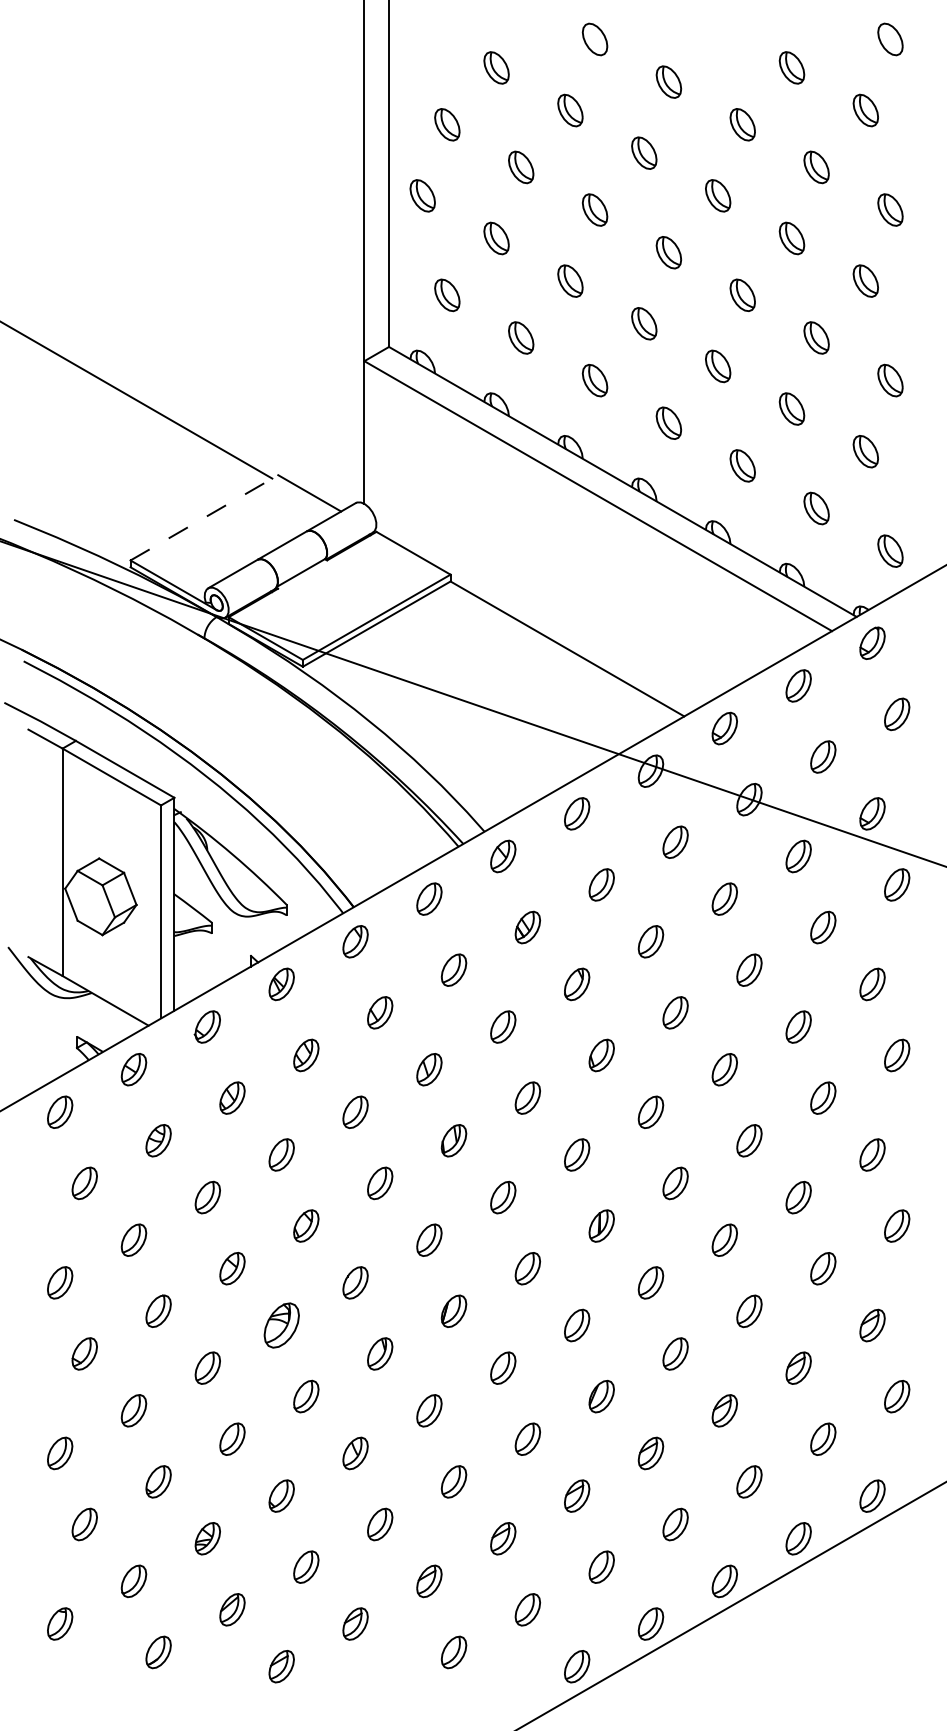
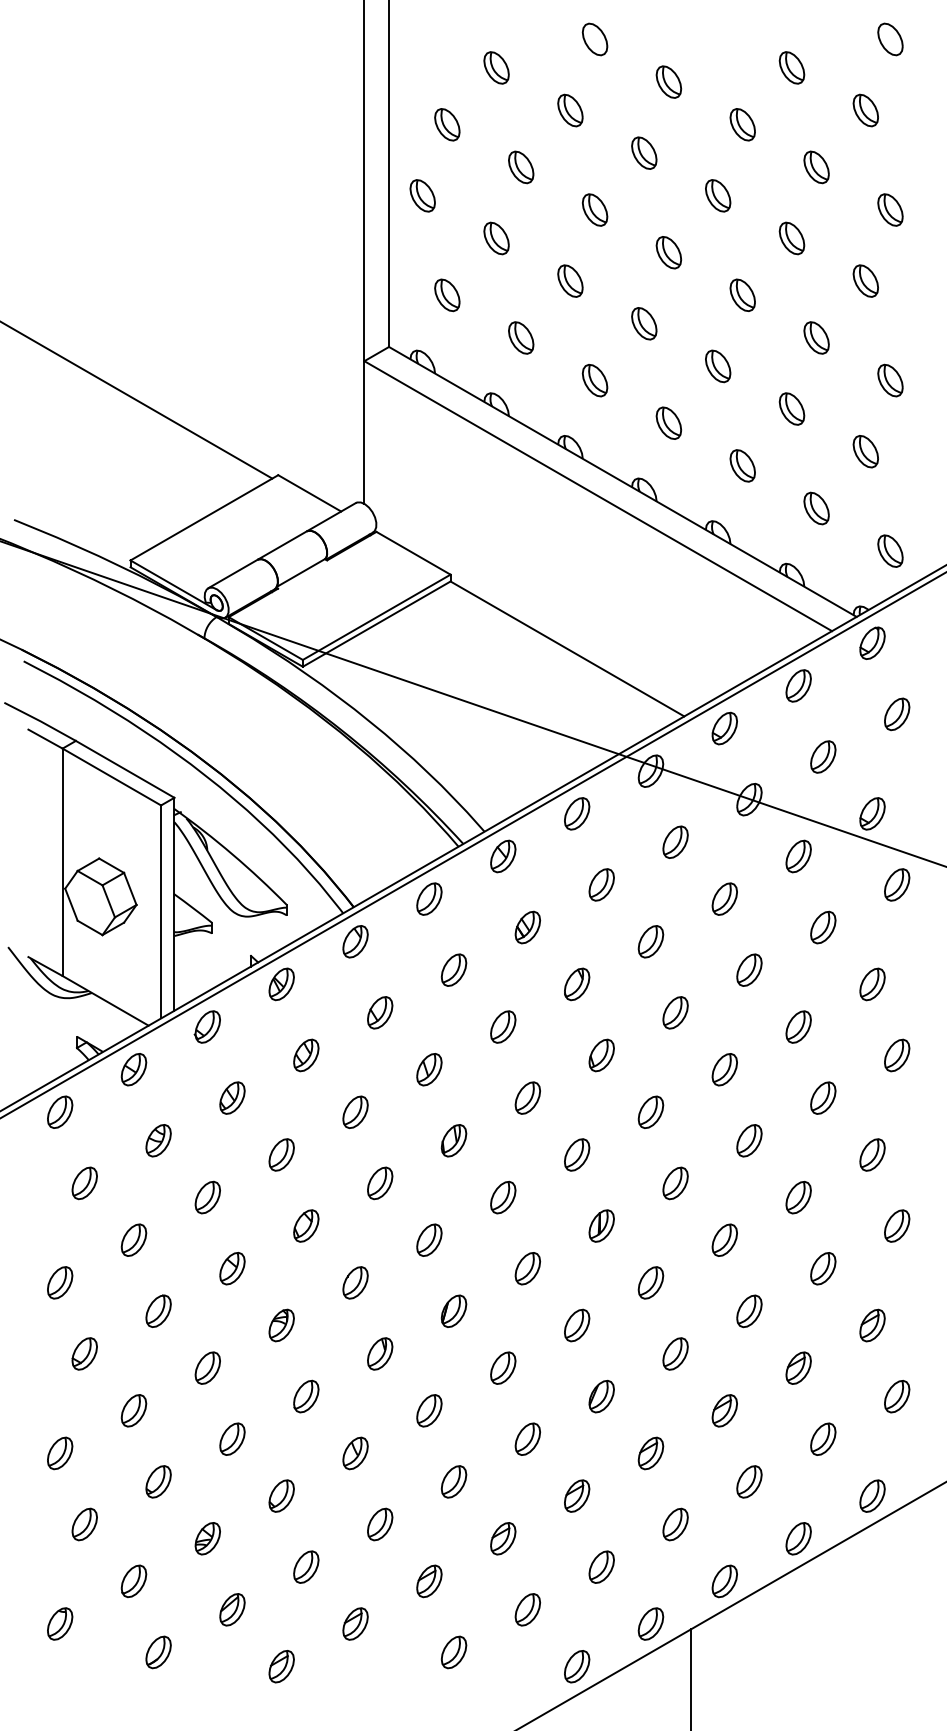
line at (204, 517): dashed -> solid
line at (472, 845): none -> present
part at (281, 1325) size: 37x47 px -> 27x35 px
line at (691, 1678): none -> present
